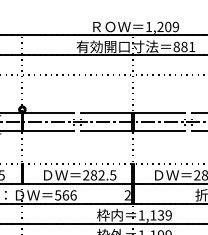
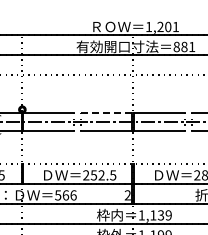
text at (175, 26): 1,209 -> 1,201
line at (106, 113): solid -> dashed
text at (93, 175): 282.5 -> 252.5
